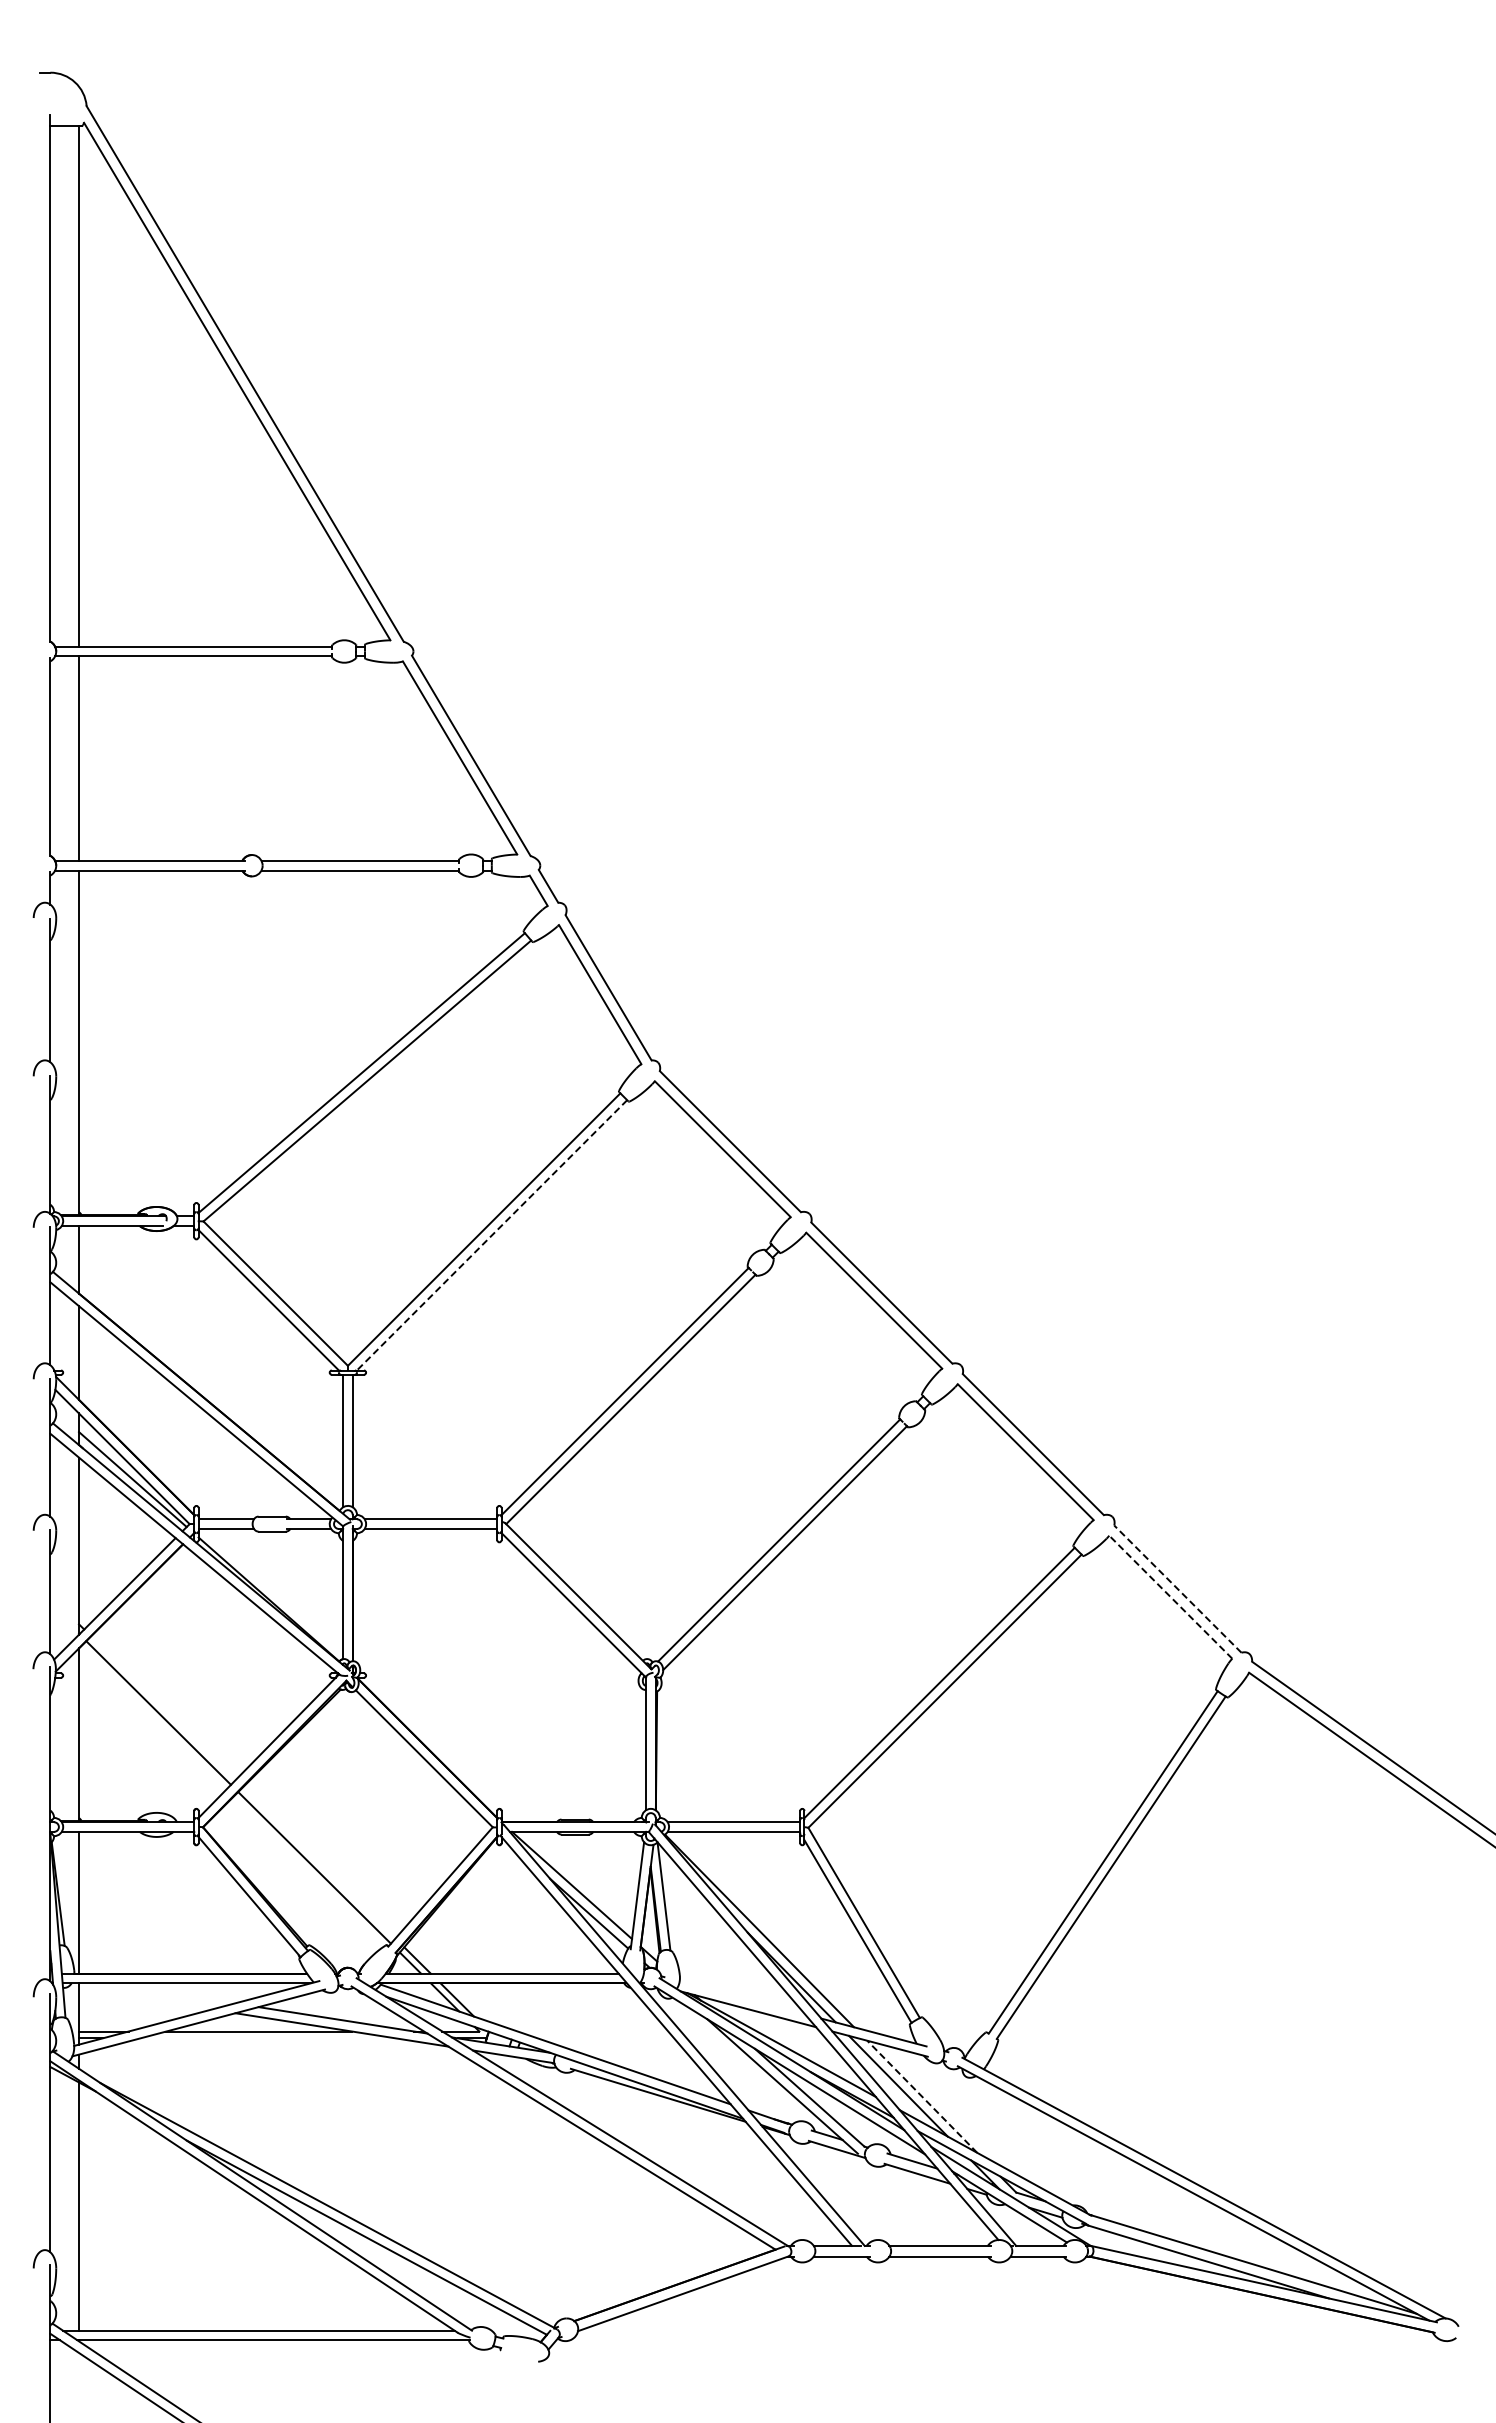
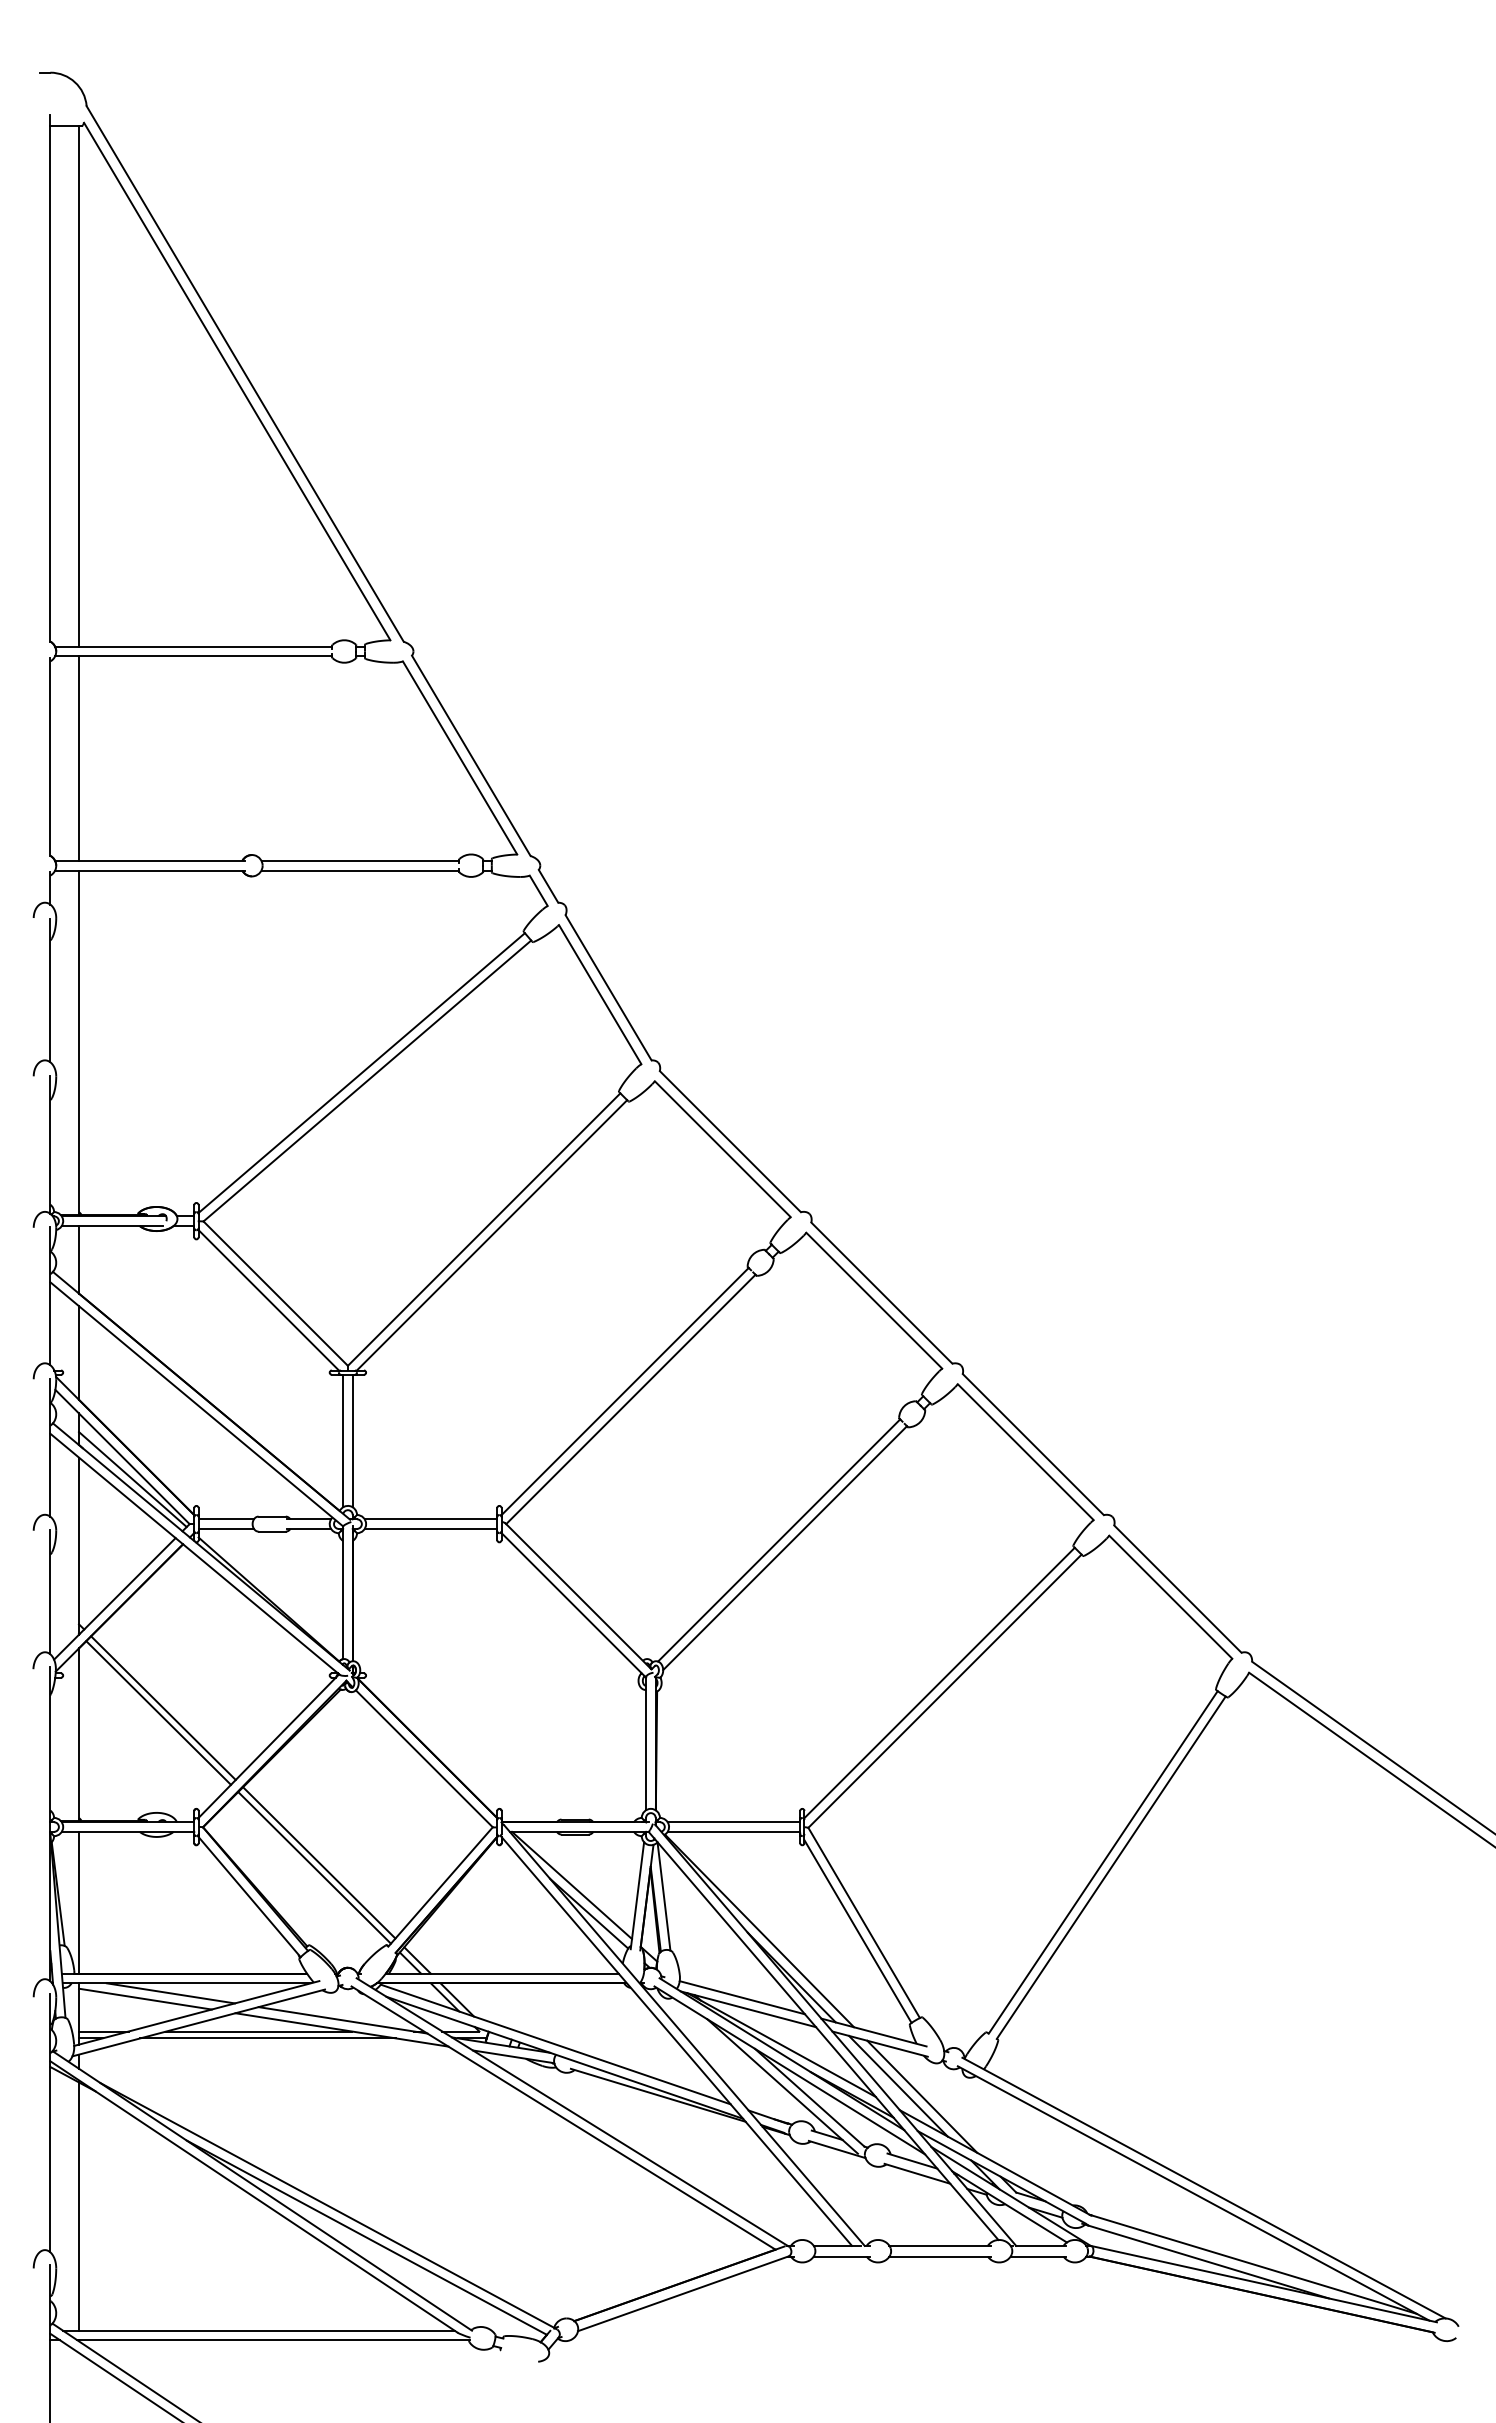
line at (491, 1235): dashed -> solid
line at (1177, 1589): dashed -> solid
line at (1170, 1597): dashed -> solid
line at (163, 1707): none -> present
line at (319, 1862): none -> present
line at (170, 1993): none -> present
line at (742, 1997): none -> present
line at (145, 1998): none -> present
line at (267, 2038): none -> present
line at (922, 2096): dashed -> solid
